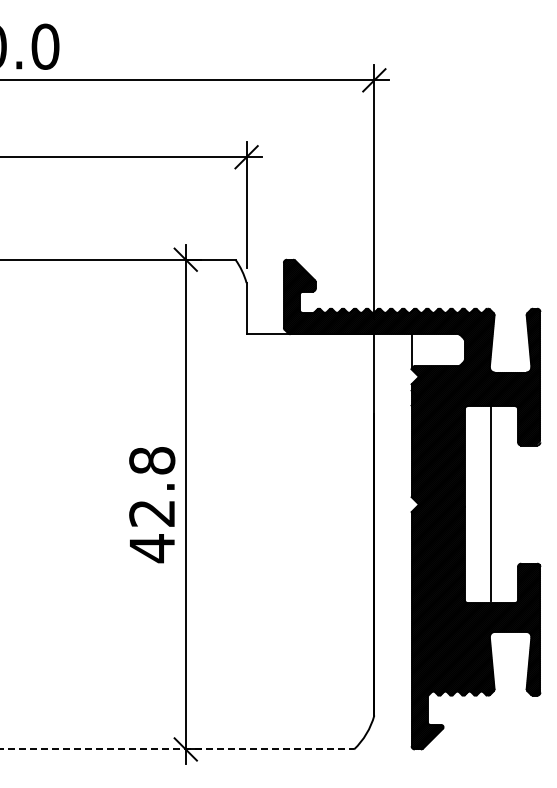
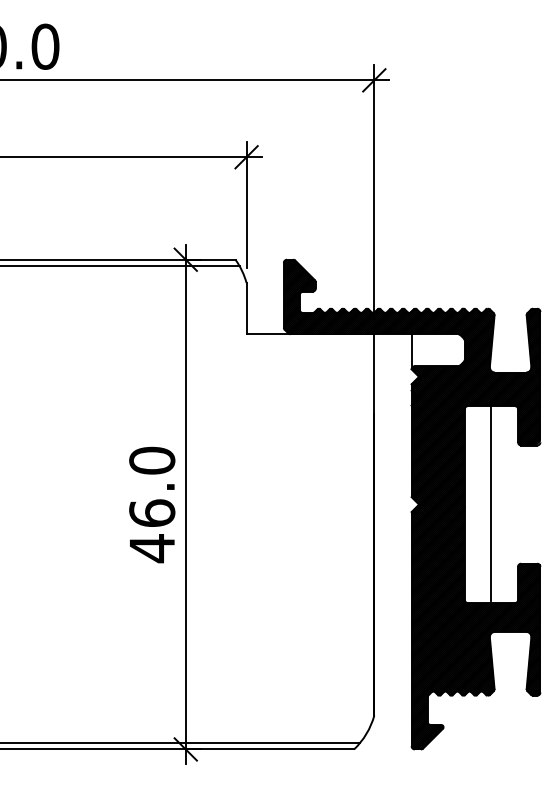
line at (120, 266): none -> present
text at (152, 486): 42.8 -> 46.0
line at (181, 743): none -> present
line at (177, 749): dashed -> solid
